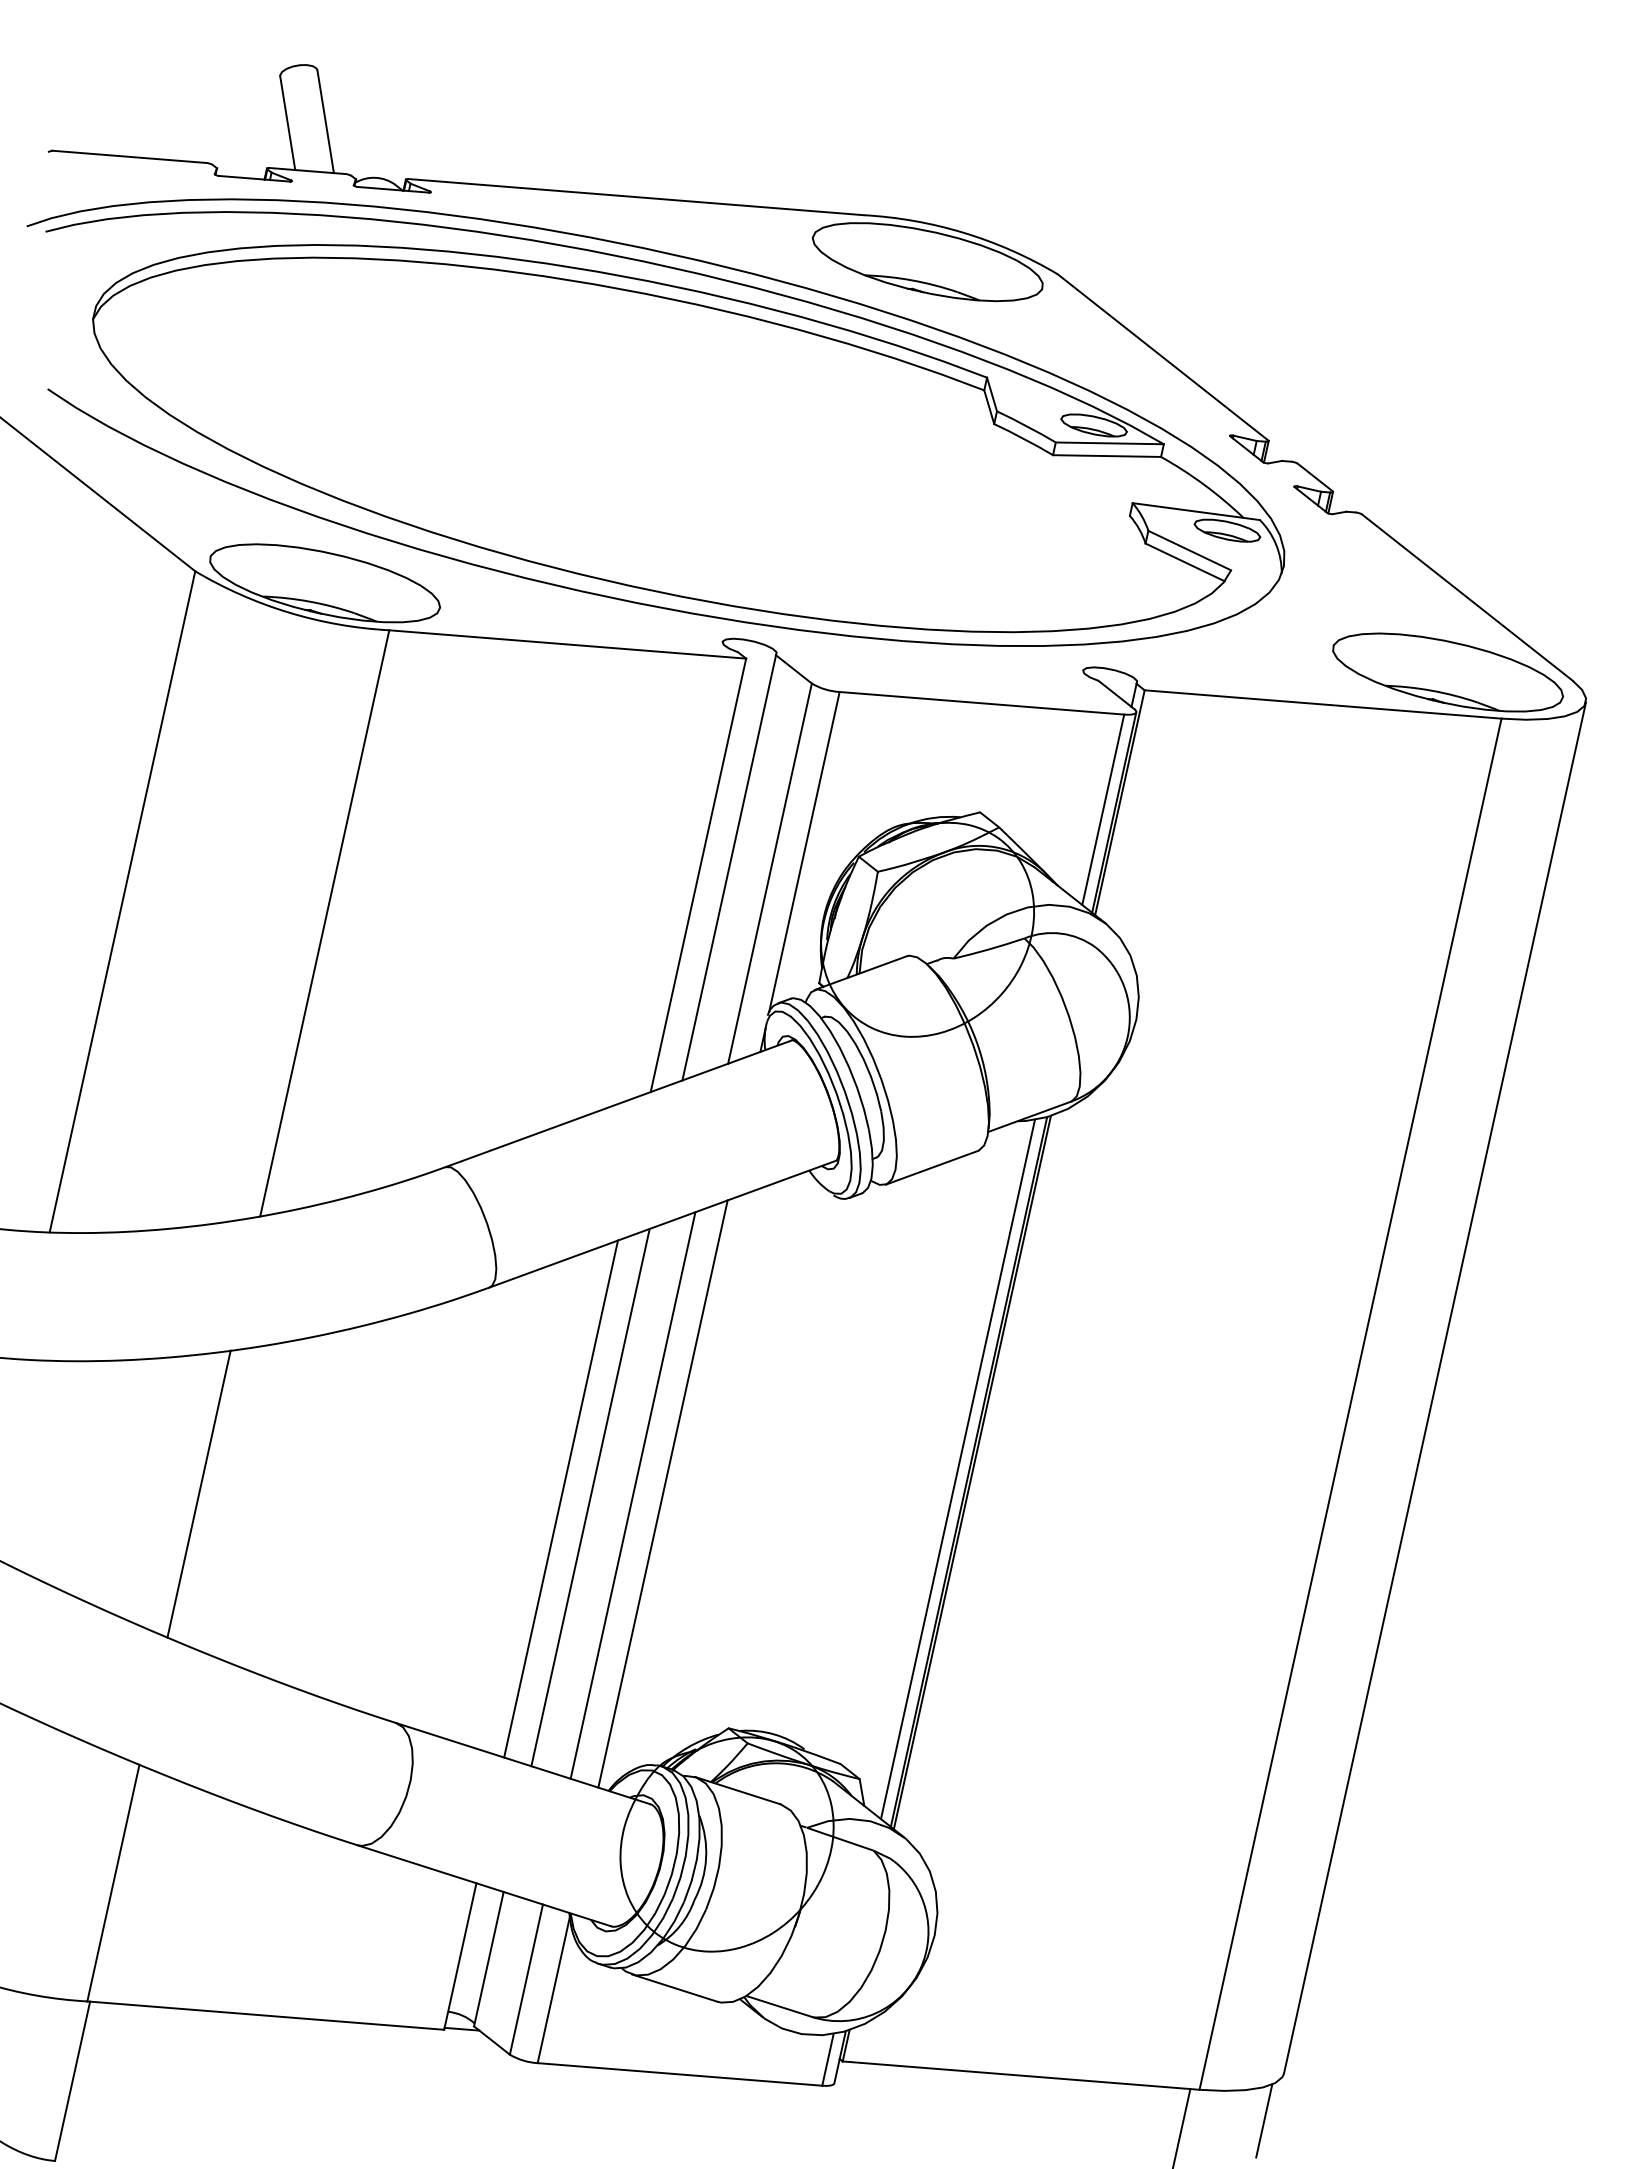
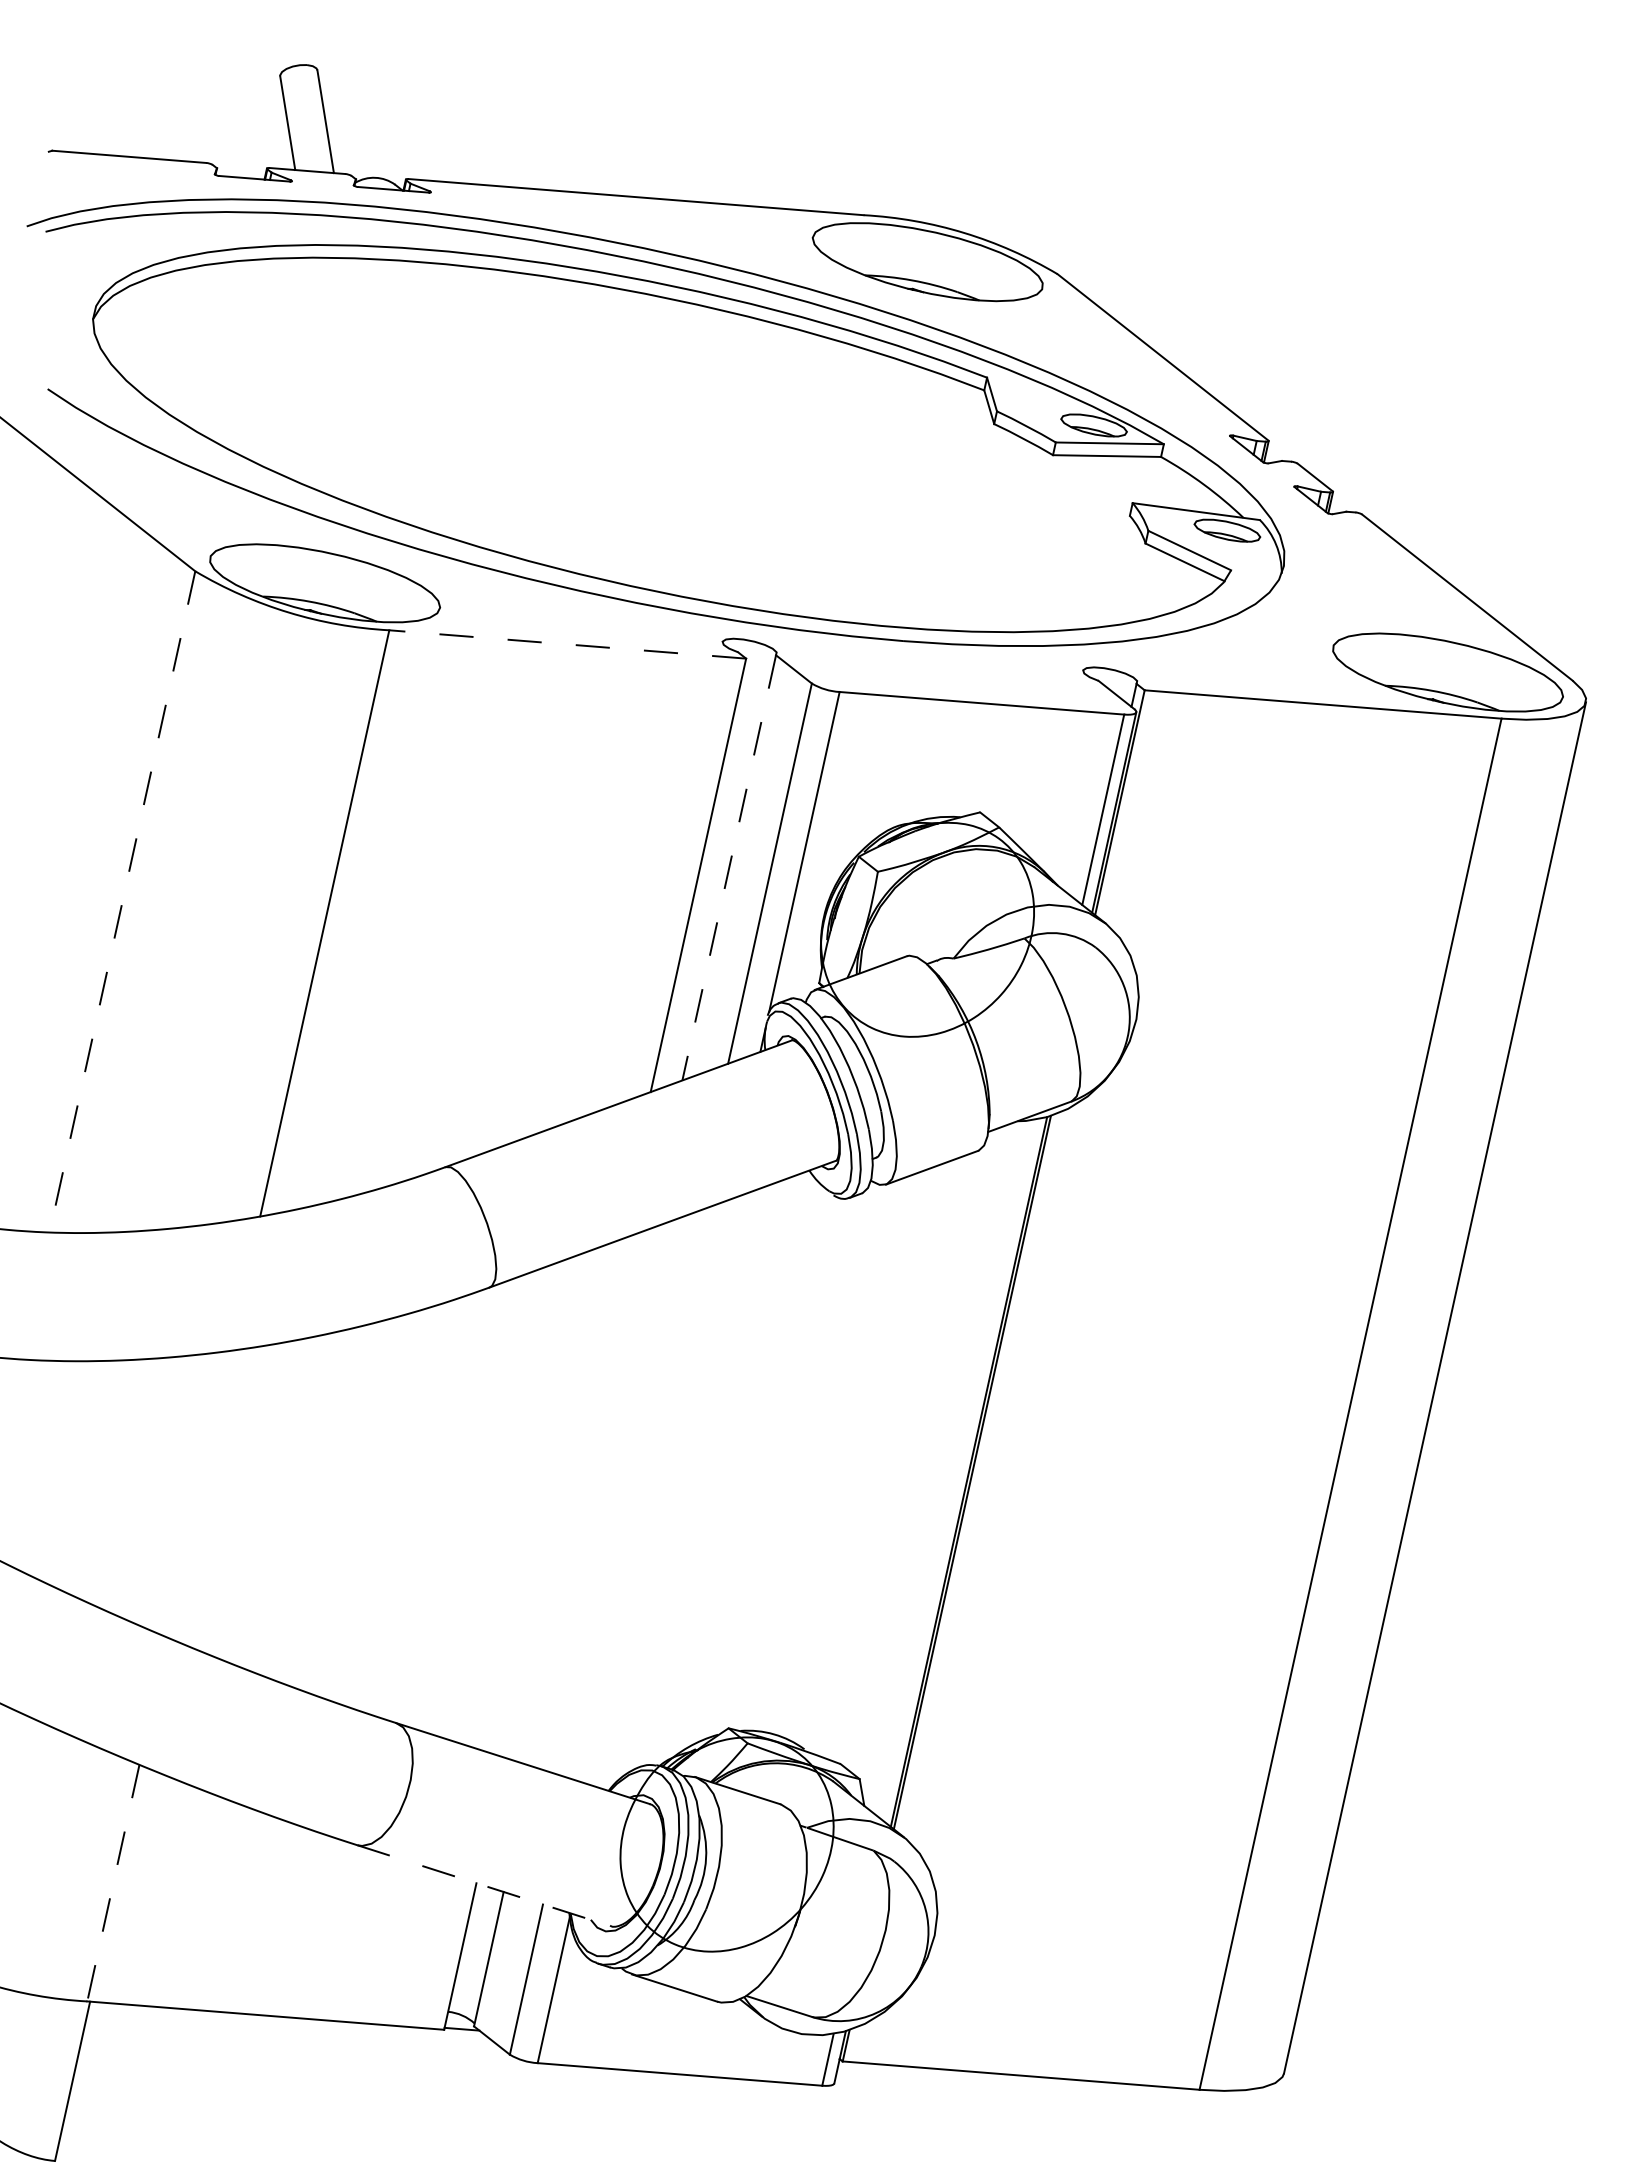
line at (567, 644): solid -> dashed
line at (729, 867): solid -> dashed
line at (122, 902): solid -> dashed
line at (957, 1469): present -> none
line at (198, 1493): present -> none
line at (662, 1493): present -> none
line at (632, 1495): present -> none
line at (590, 1497): present -> none
line at (561, 1498): present -> none
line at (113, 1883): solid -> dashed
line at (484, 1885): solid -> dashed
line at (1264, 2120): present -> none
line at (1181, 2127): present -> none
